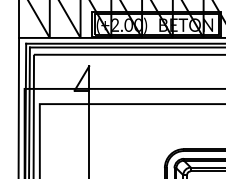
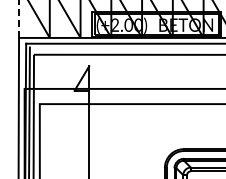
line at (19, 19): solid -> dashed
line at (125, 47): present -> none
